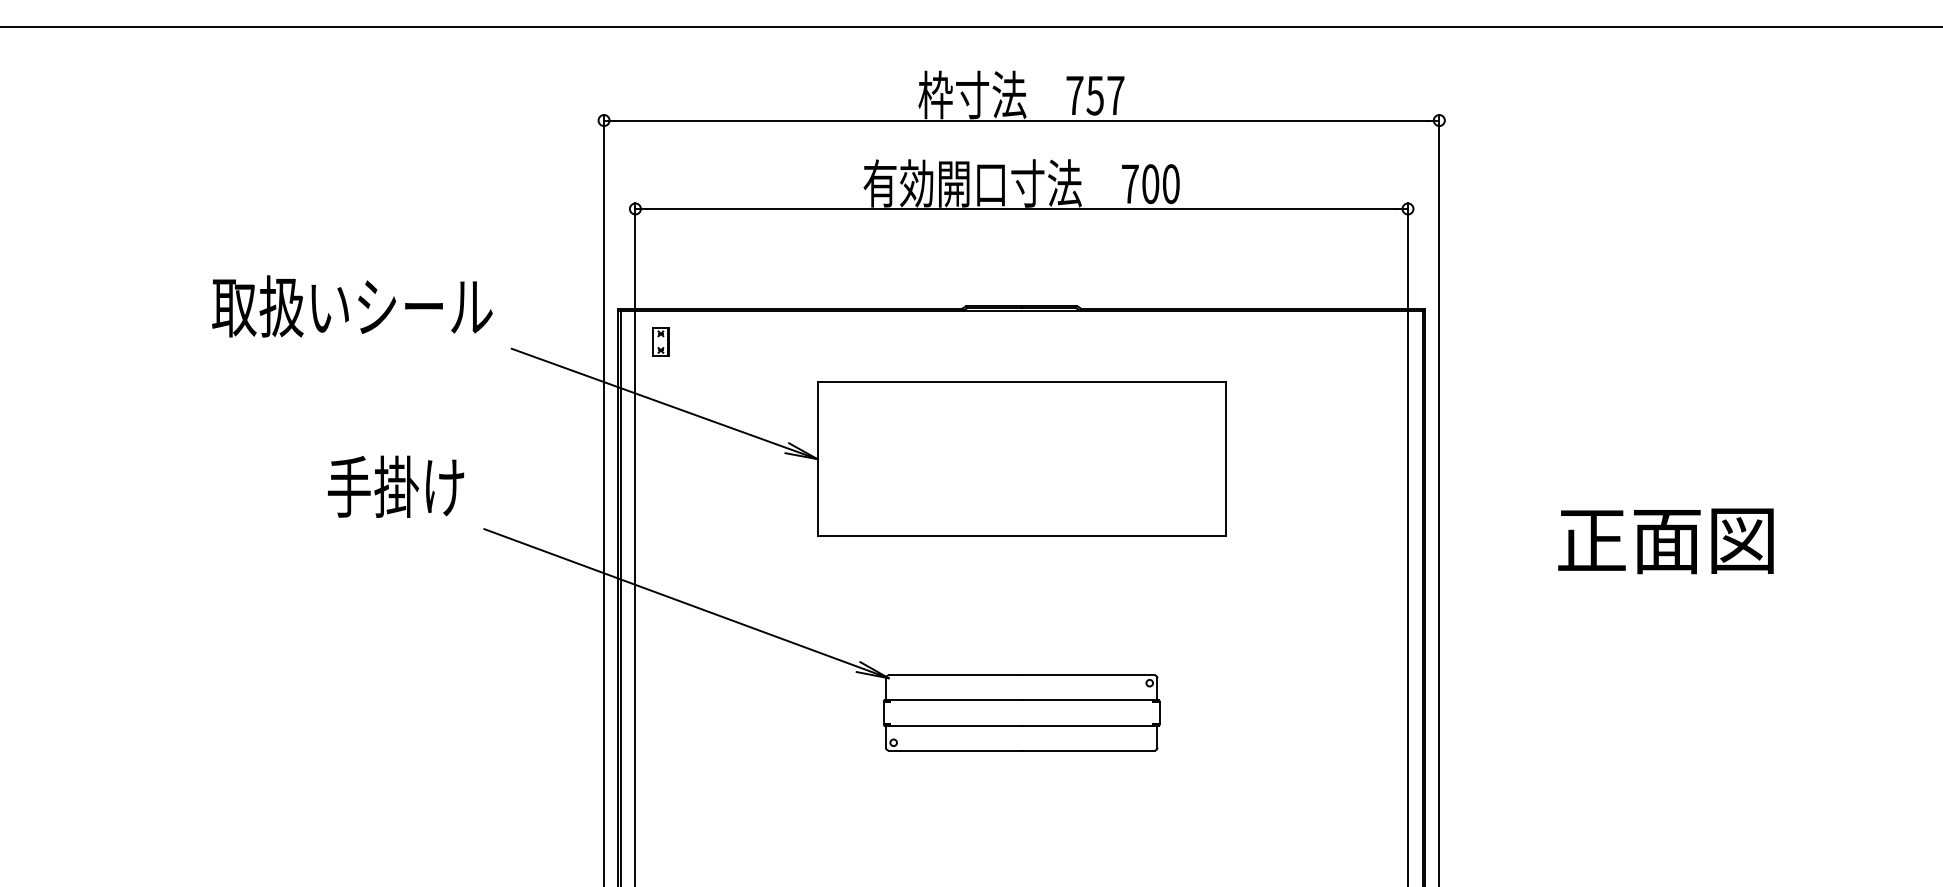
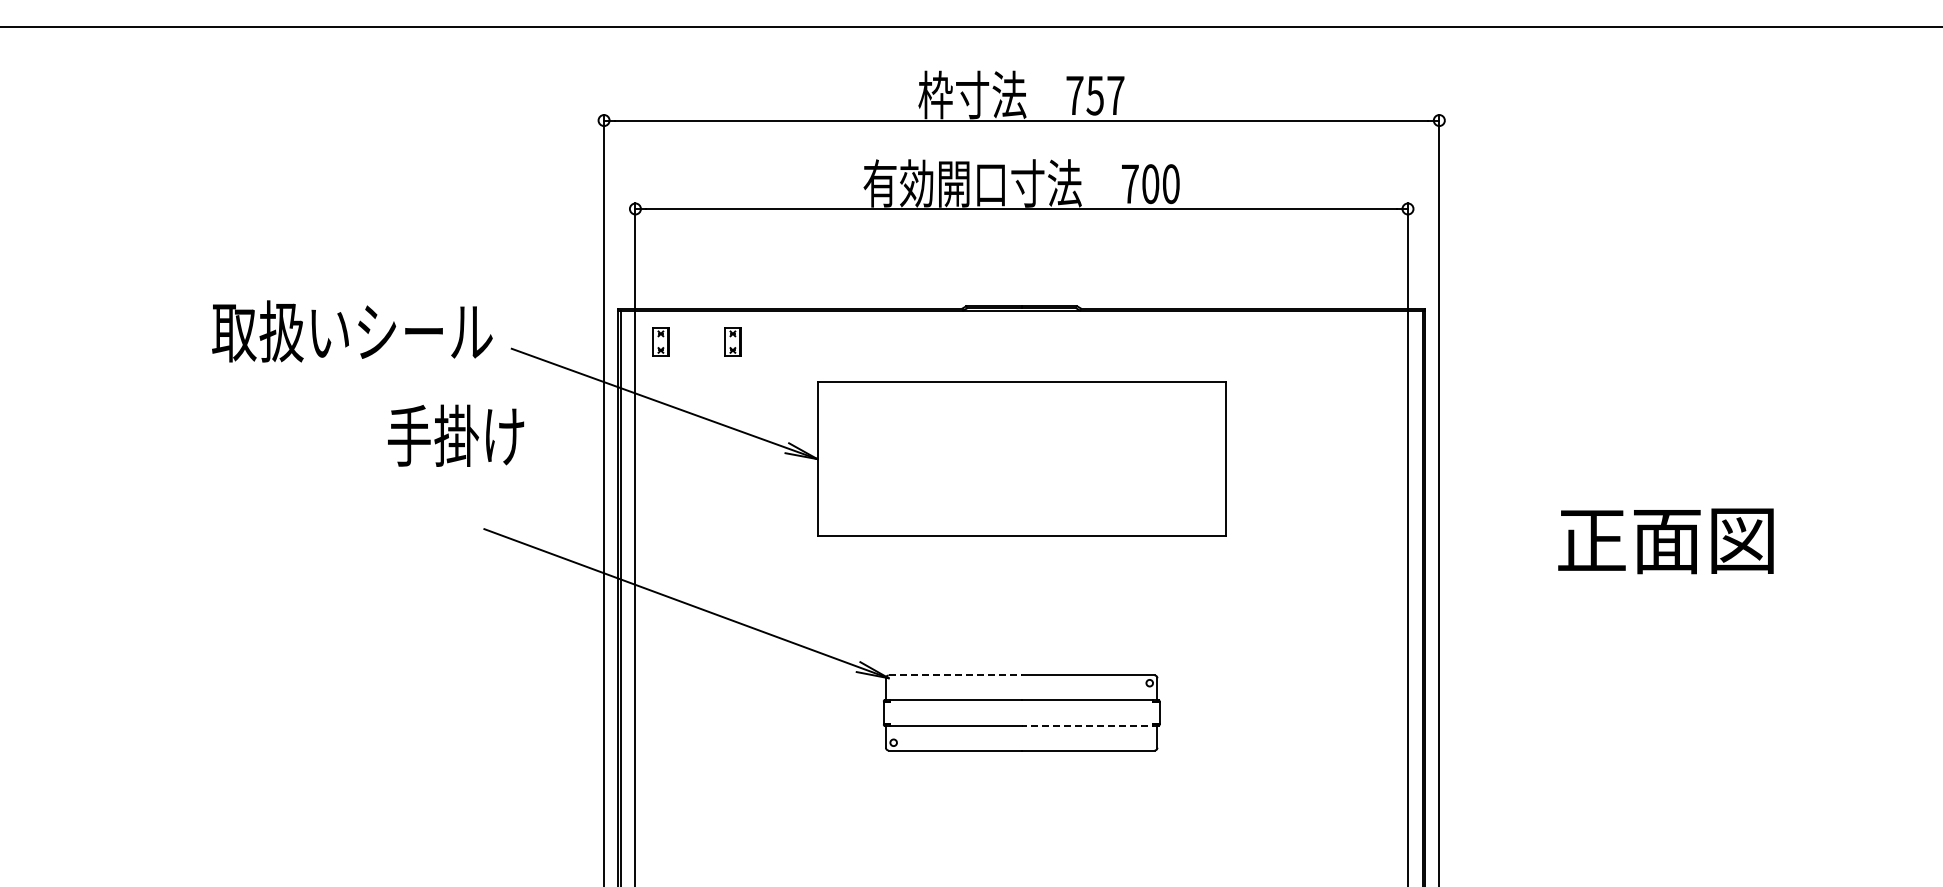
text at (352, 306) position: (352, 306) -> (352, 331)
part at (732, 341): none -> present
text at (396, 486) position: (396, 486) -> (456, 435)
line at (955, 675): solid -> dashed
line at (1090, 726): solid -> dashed
